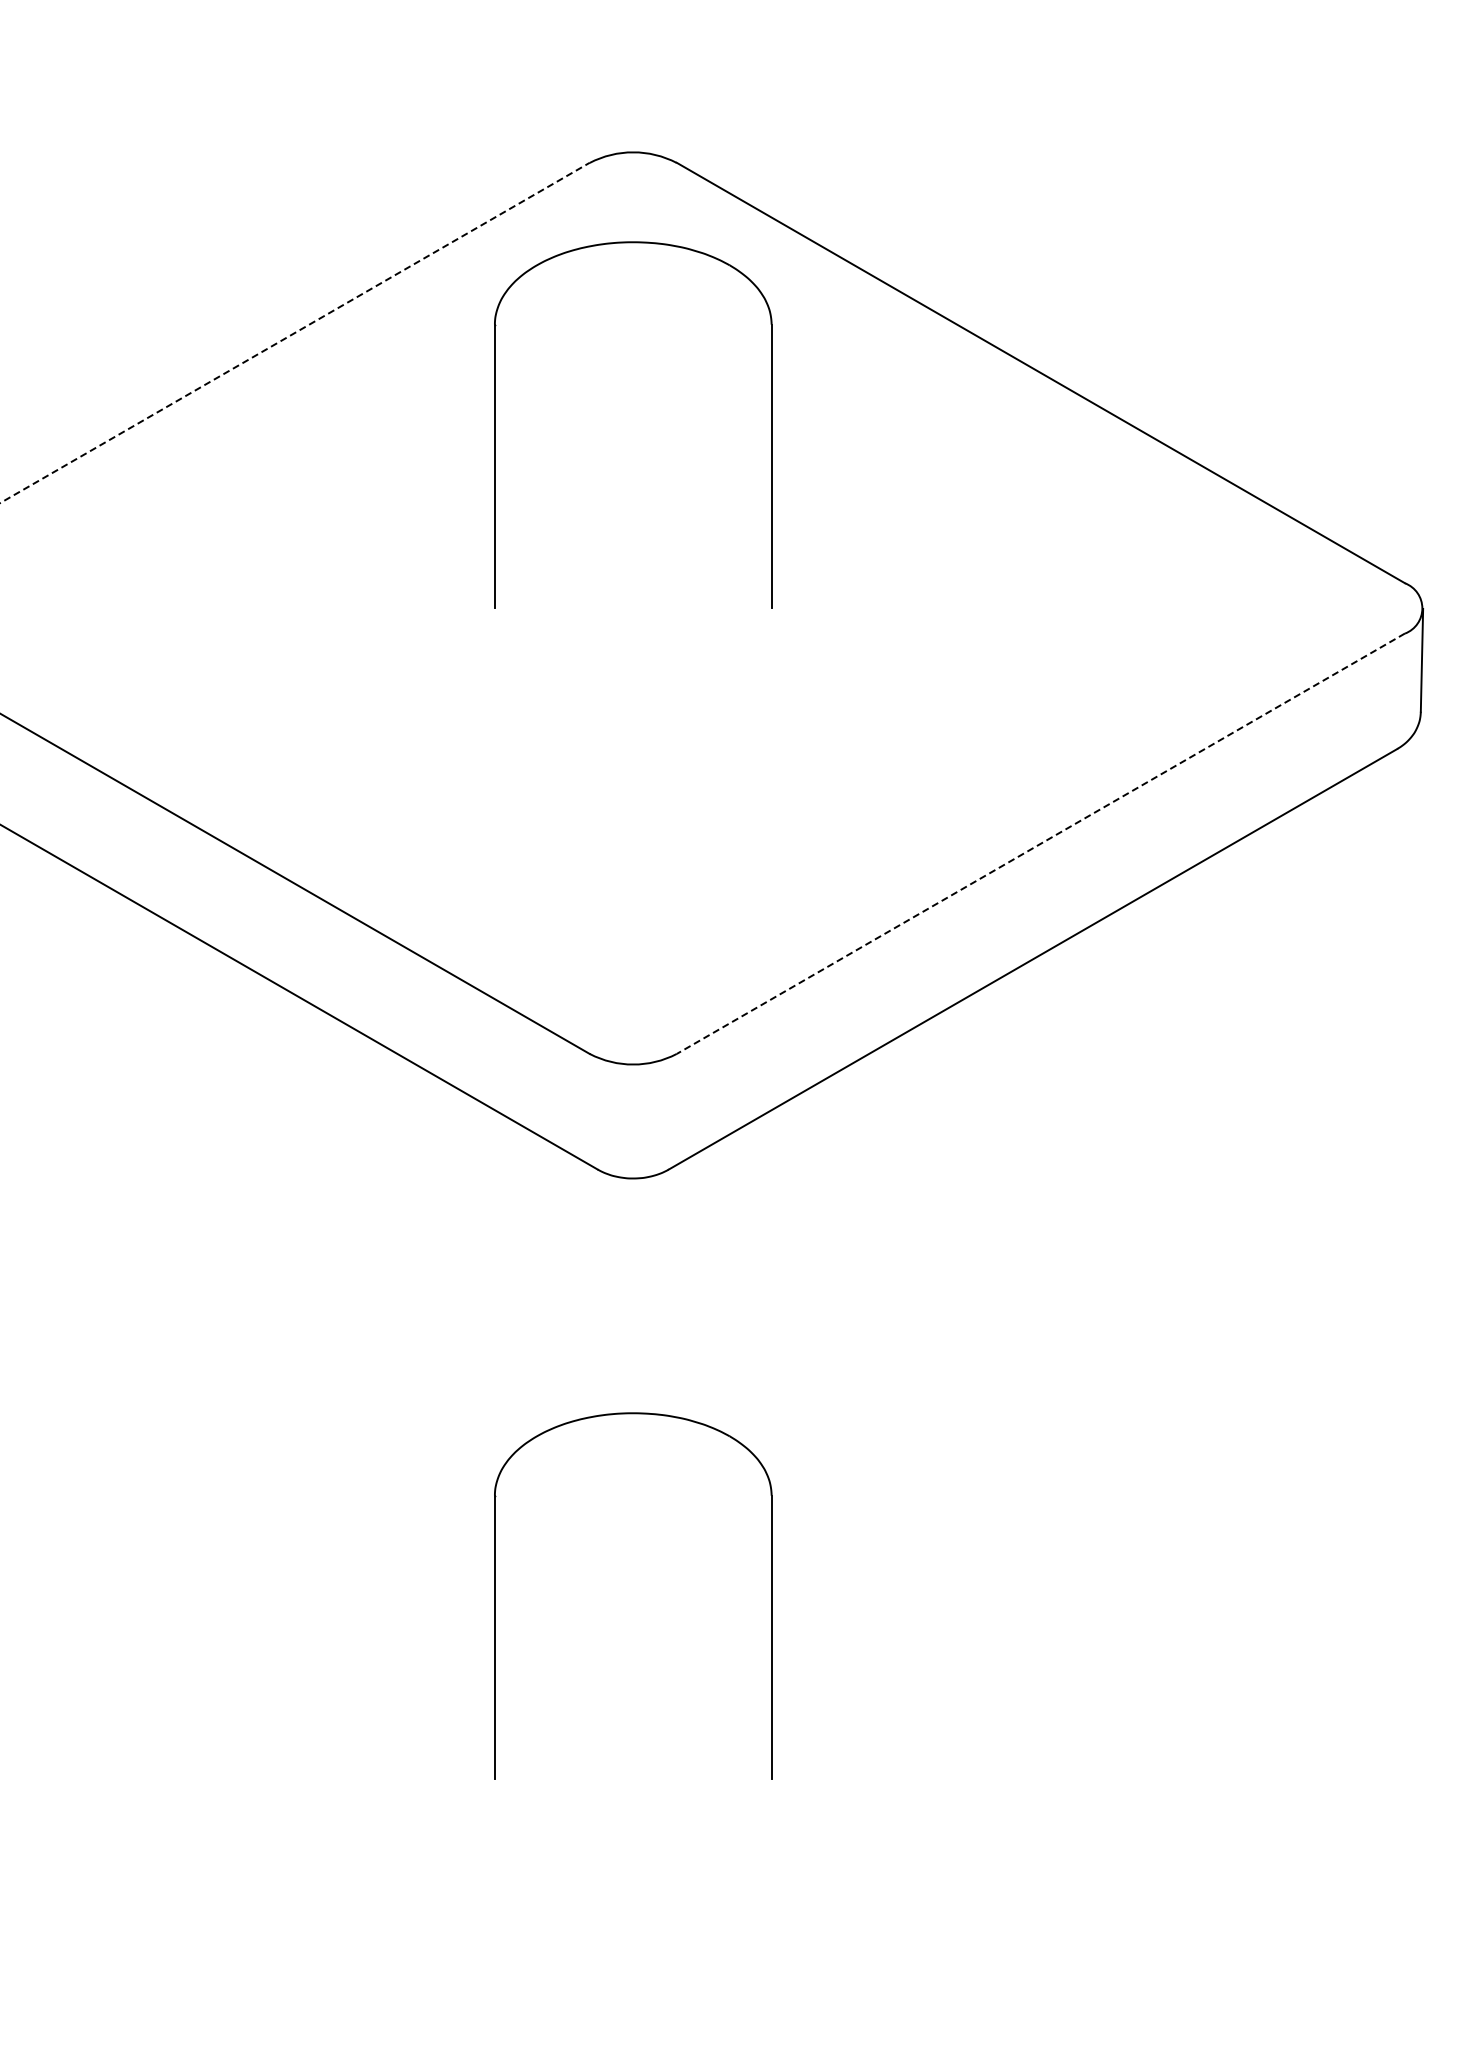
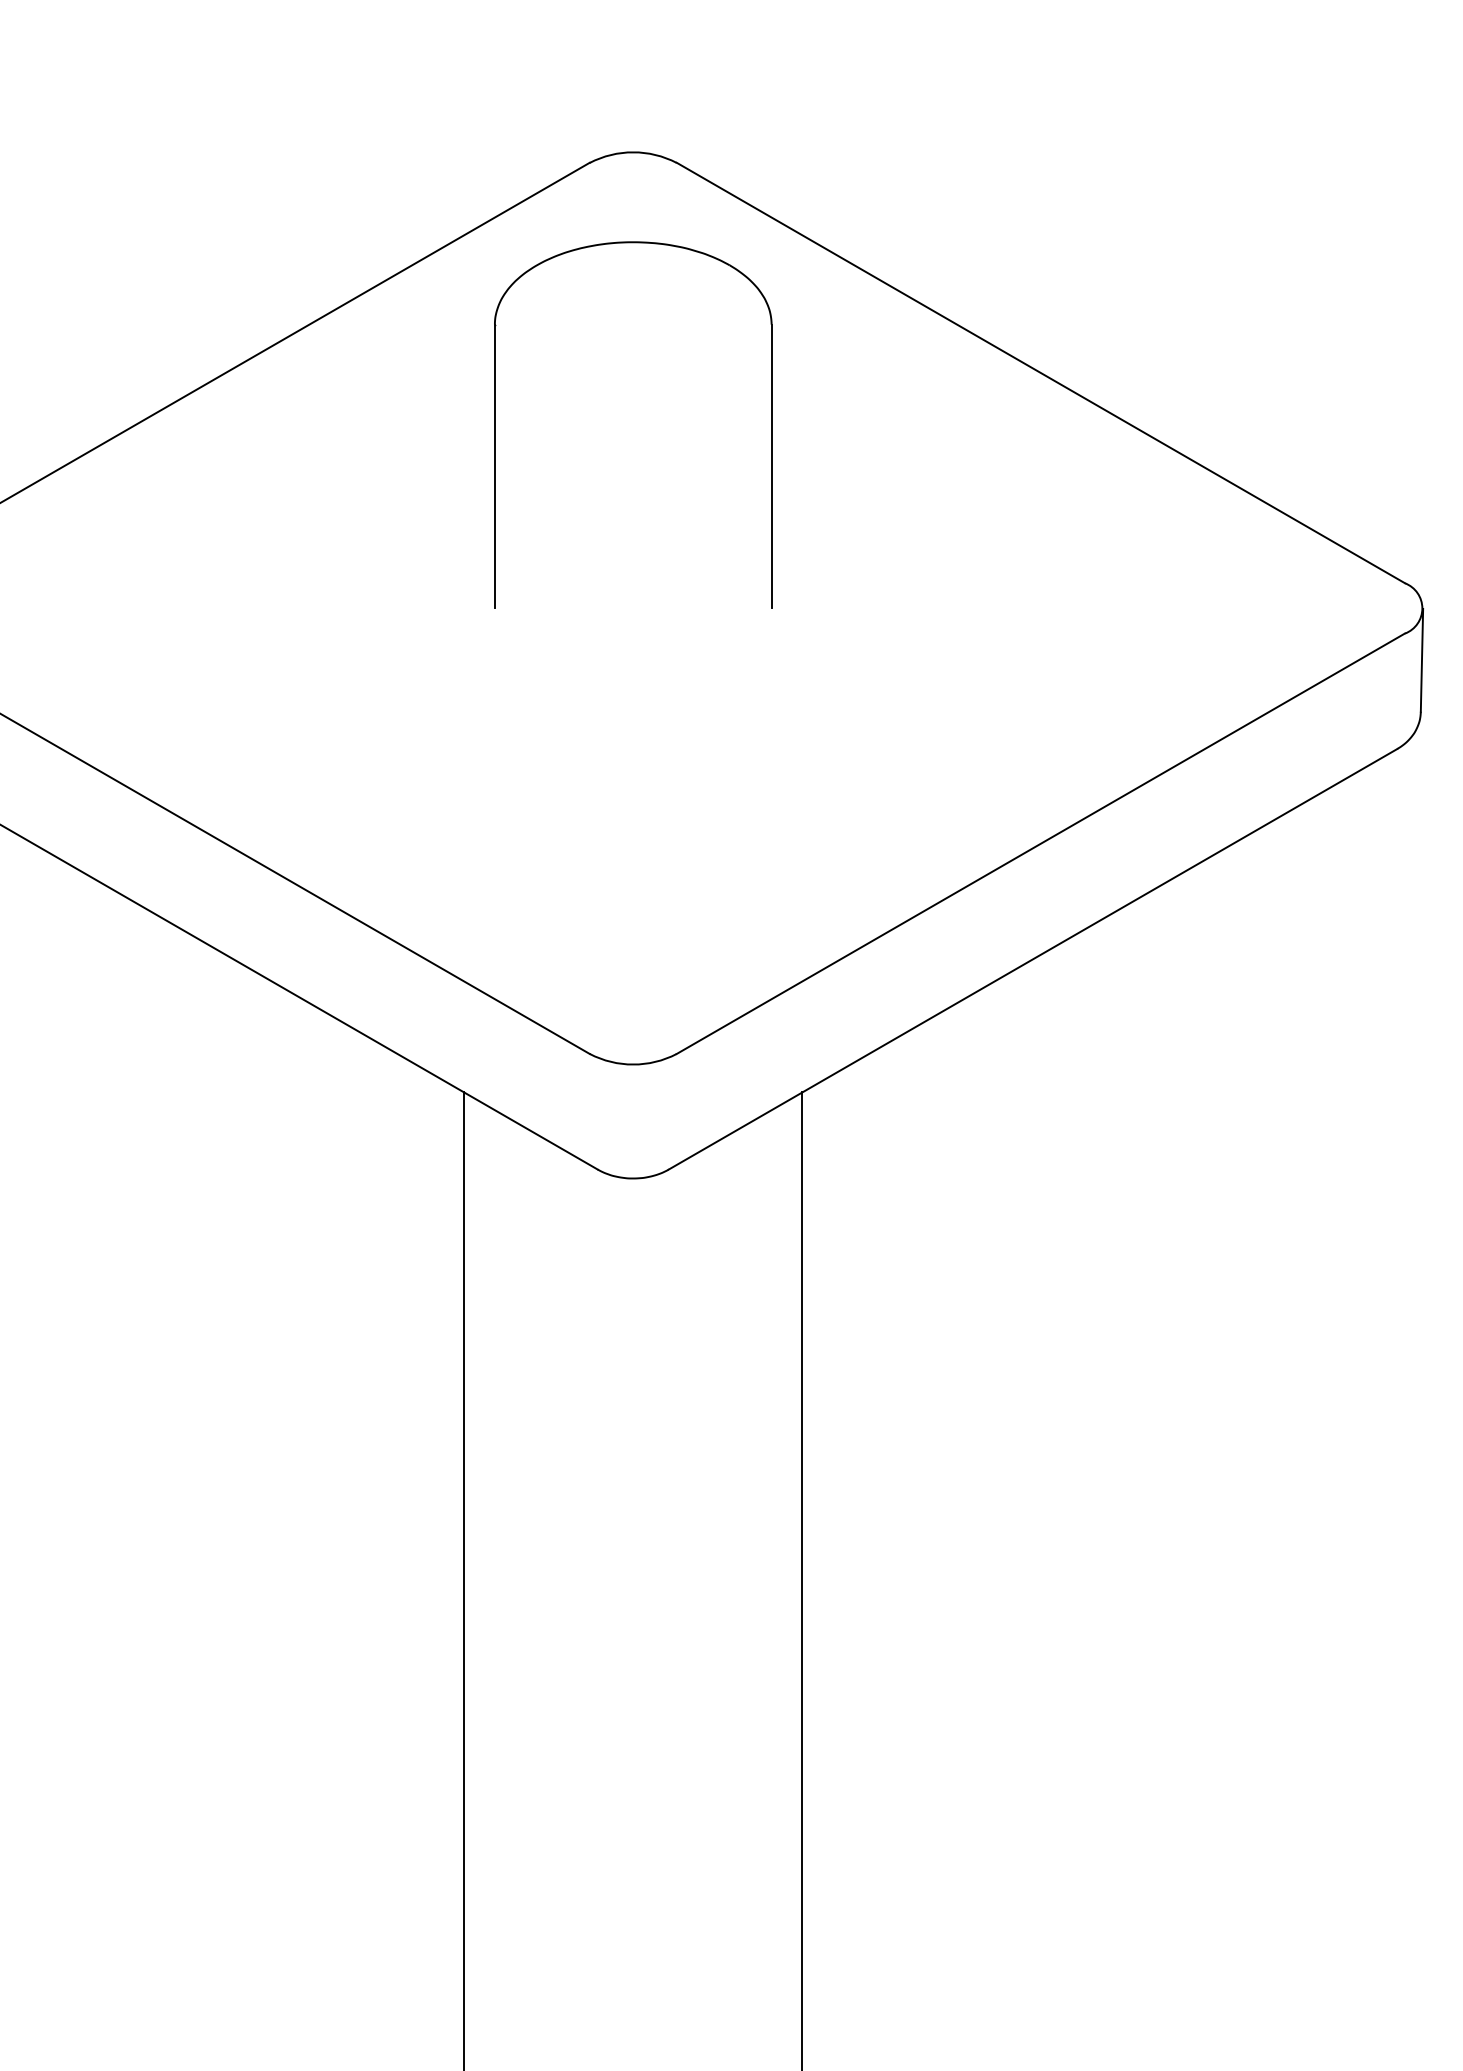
line at (295, 332): dashed -> solid
line at (1040, 843): dashed -> solid
line at (464, 1579): none -> present
line at (802, 1579): none -> present
part at (495, 1595): present -> none
